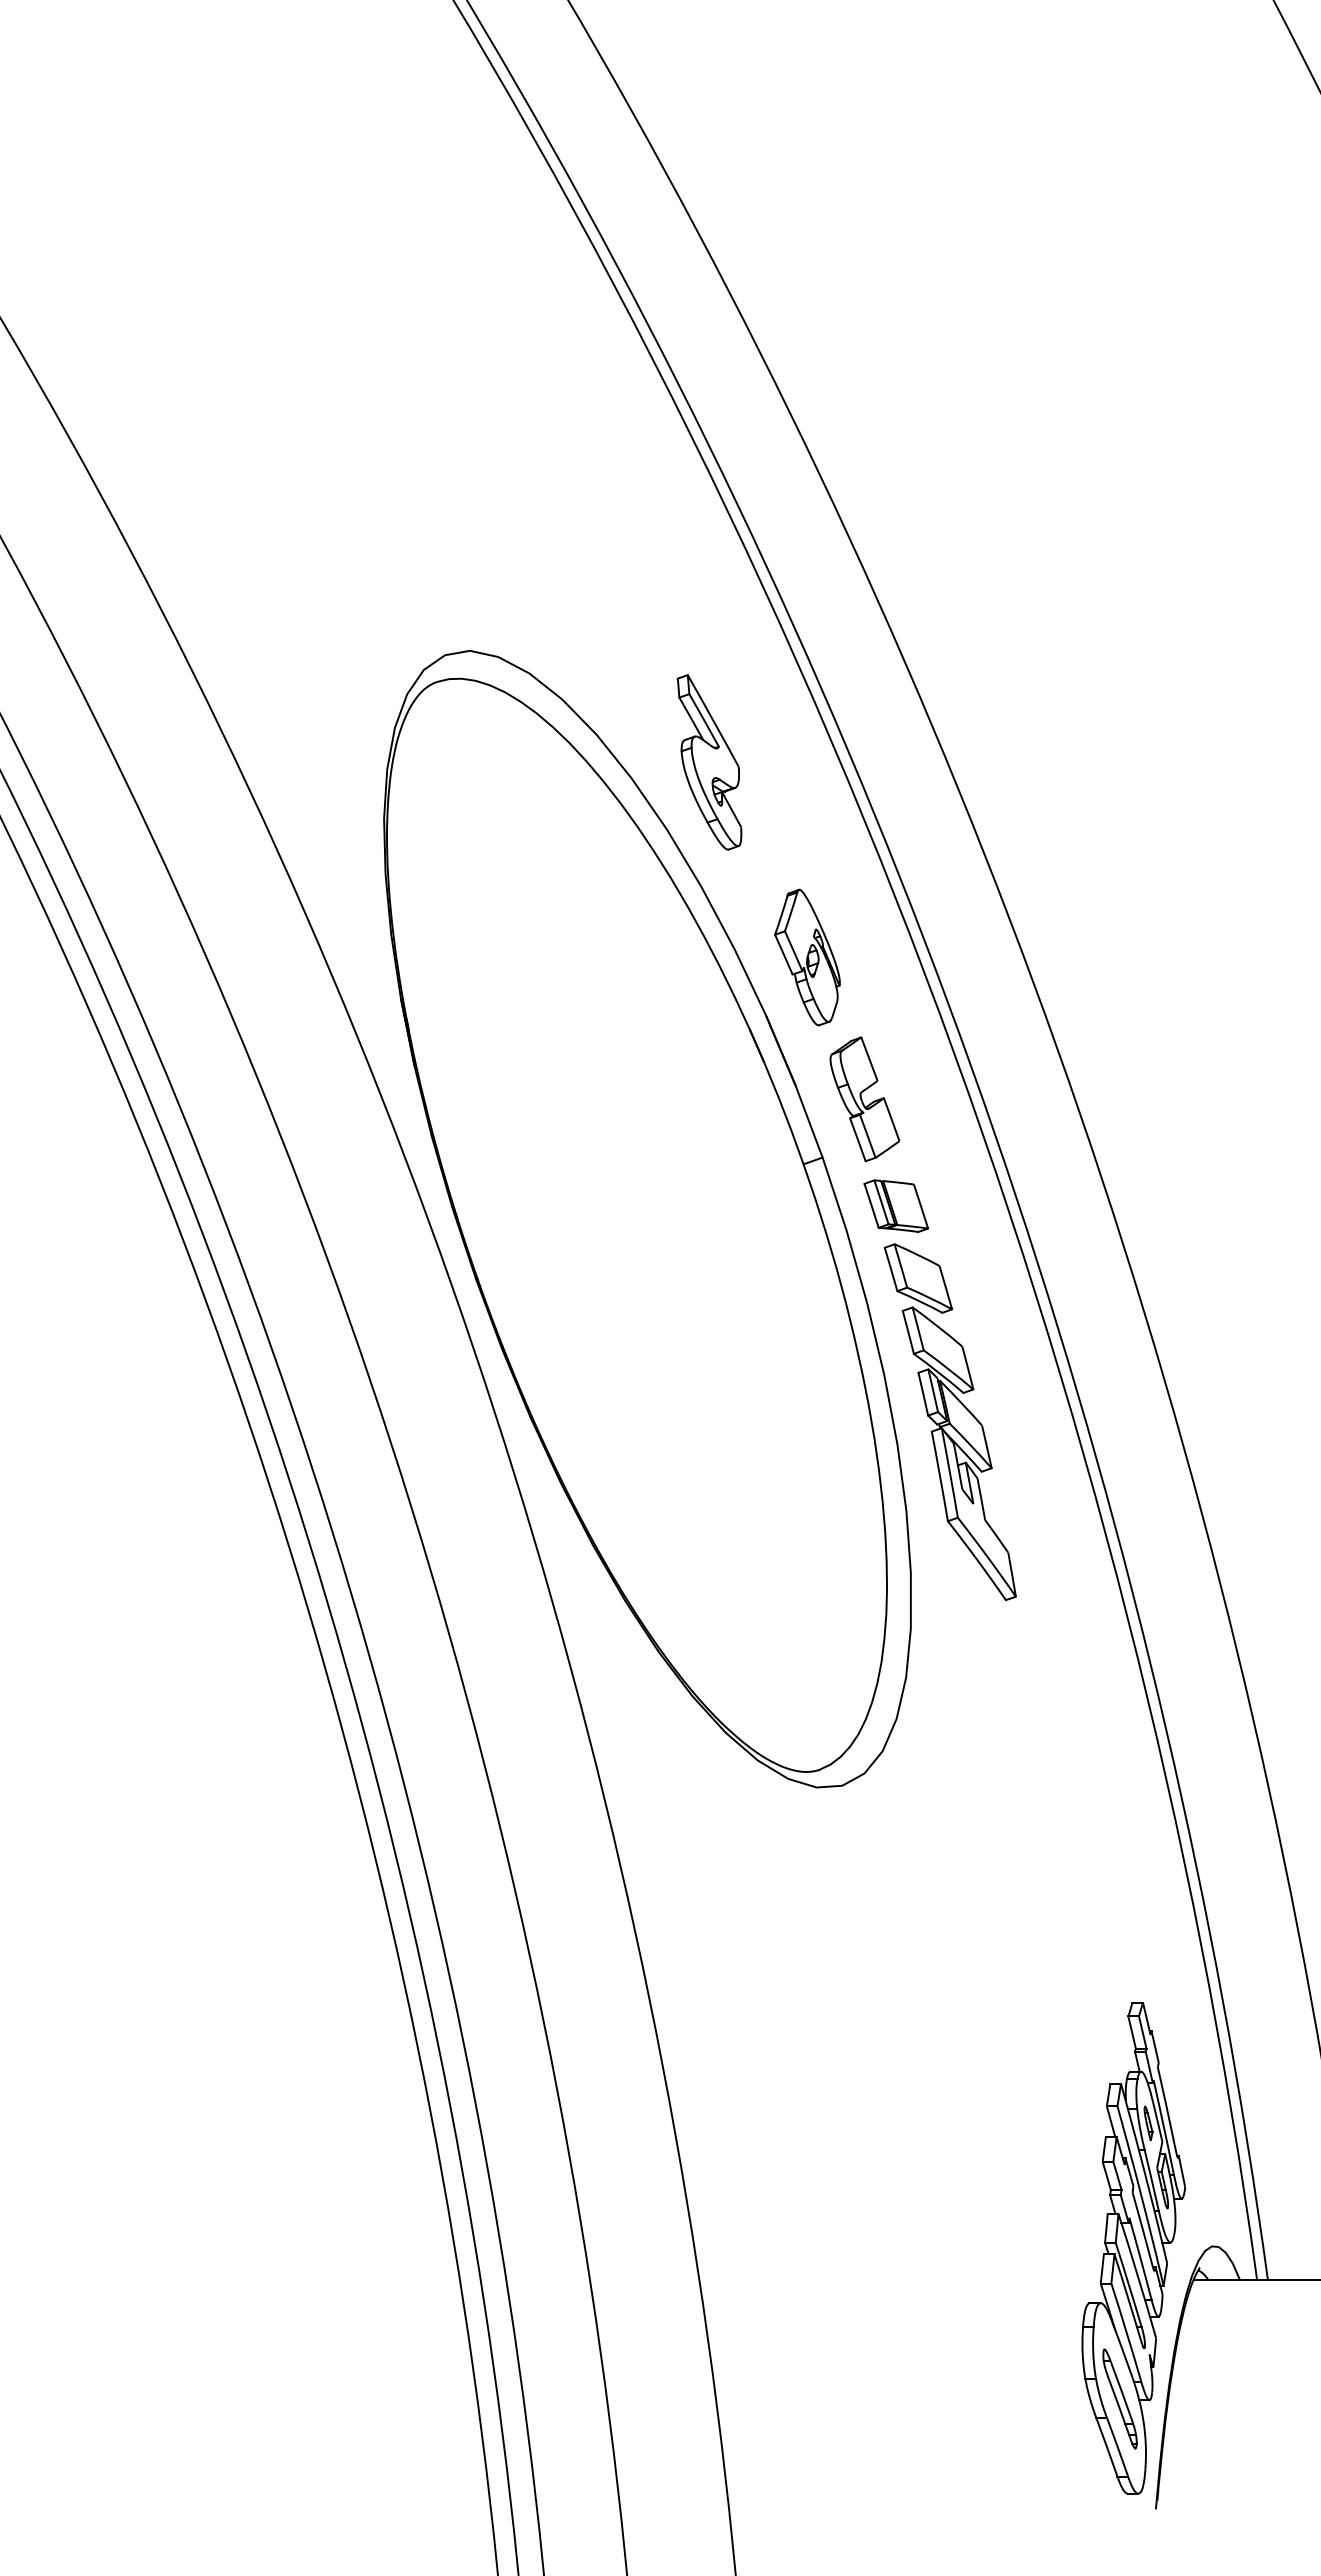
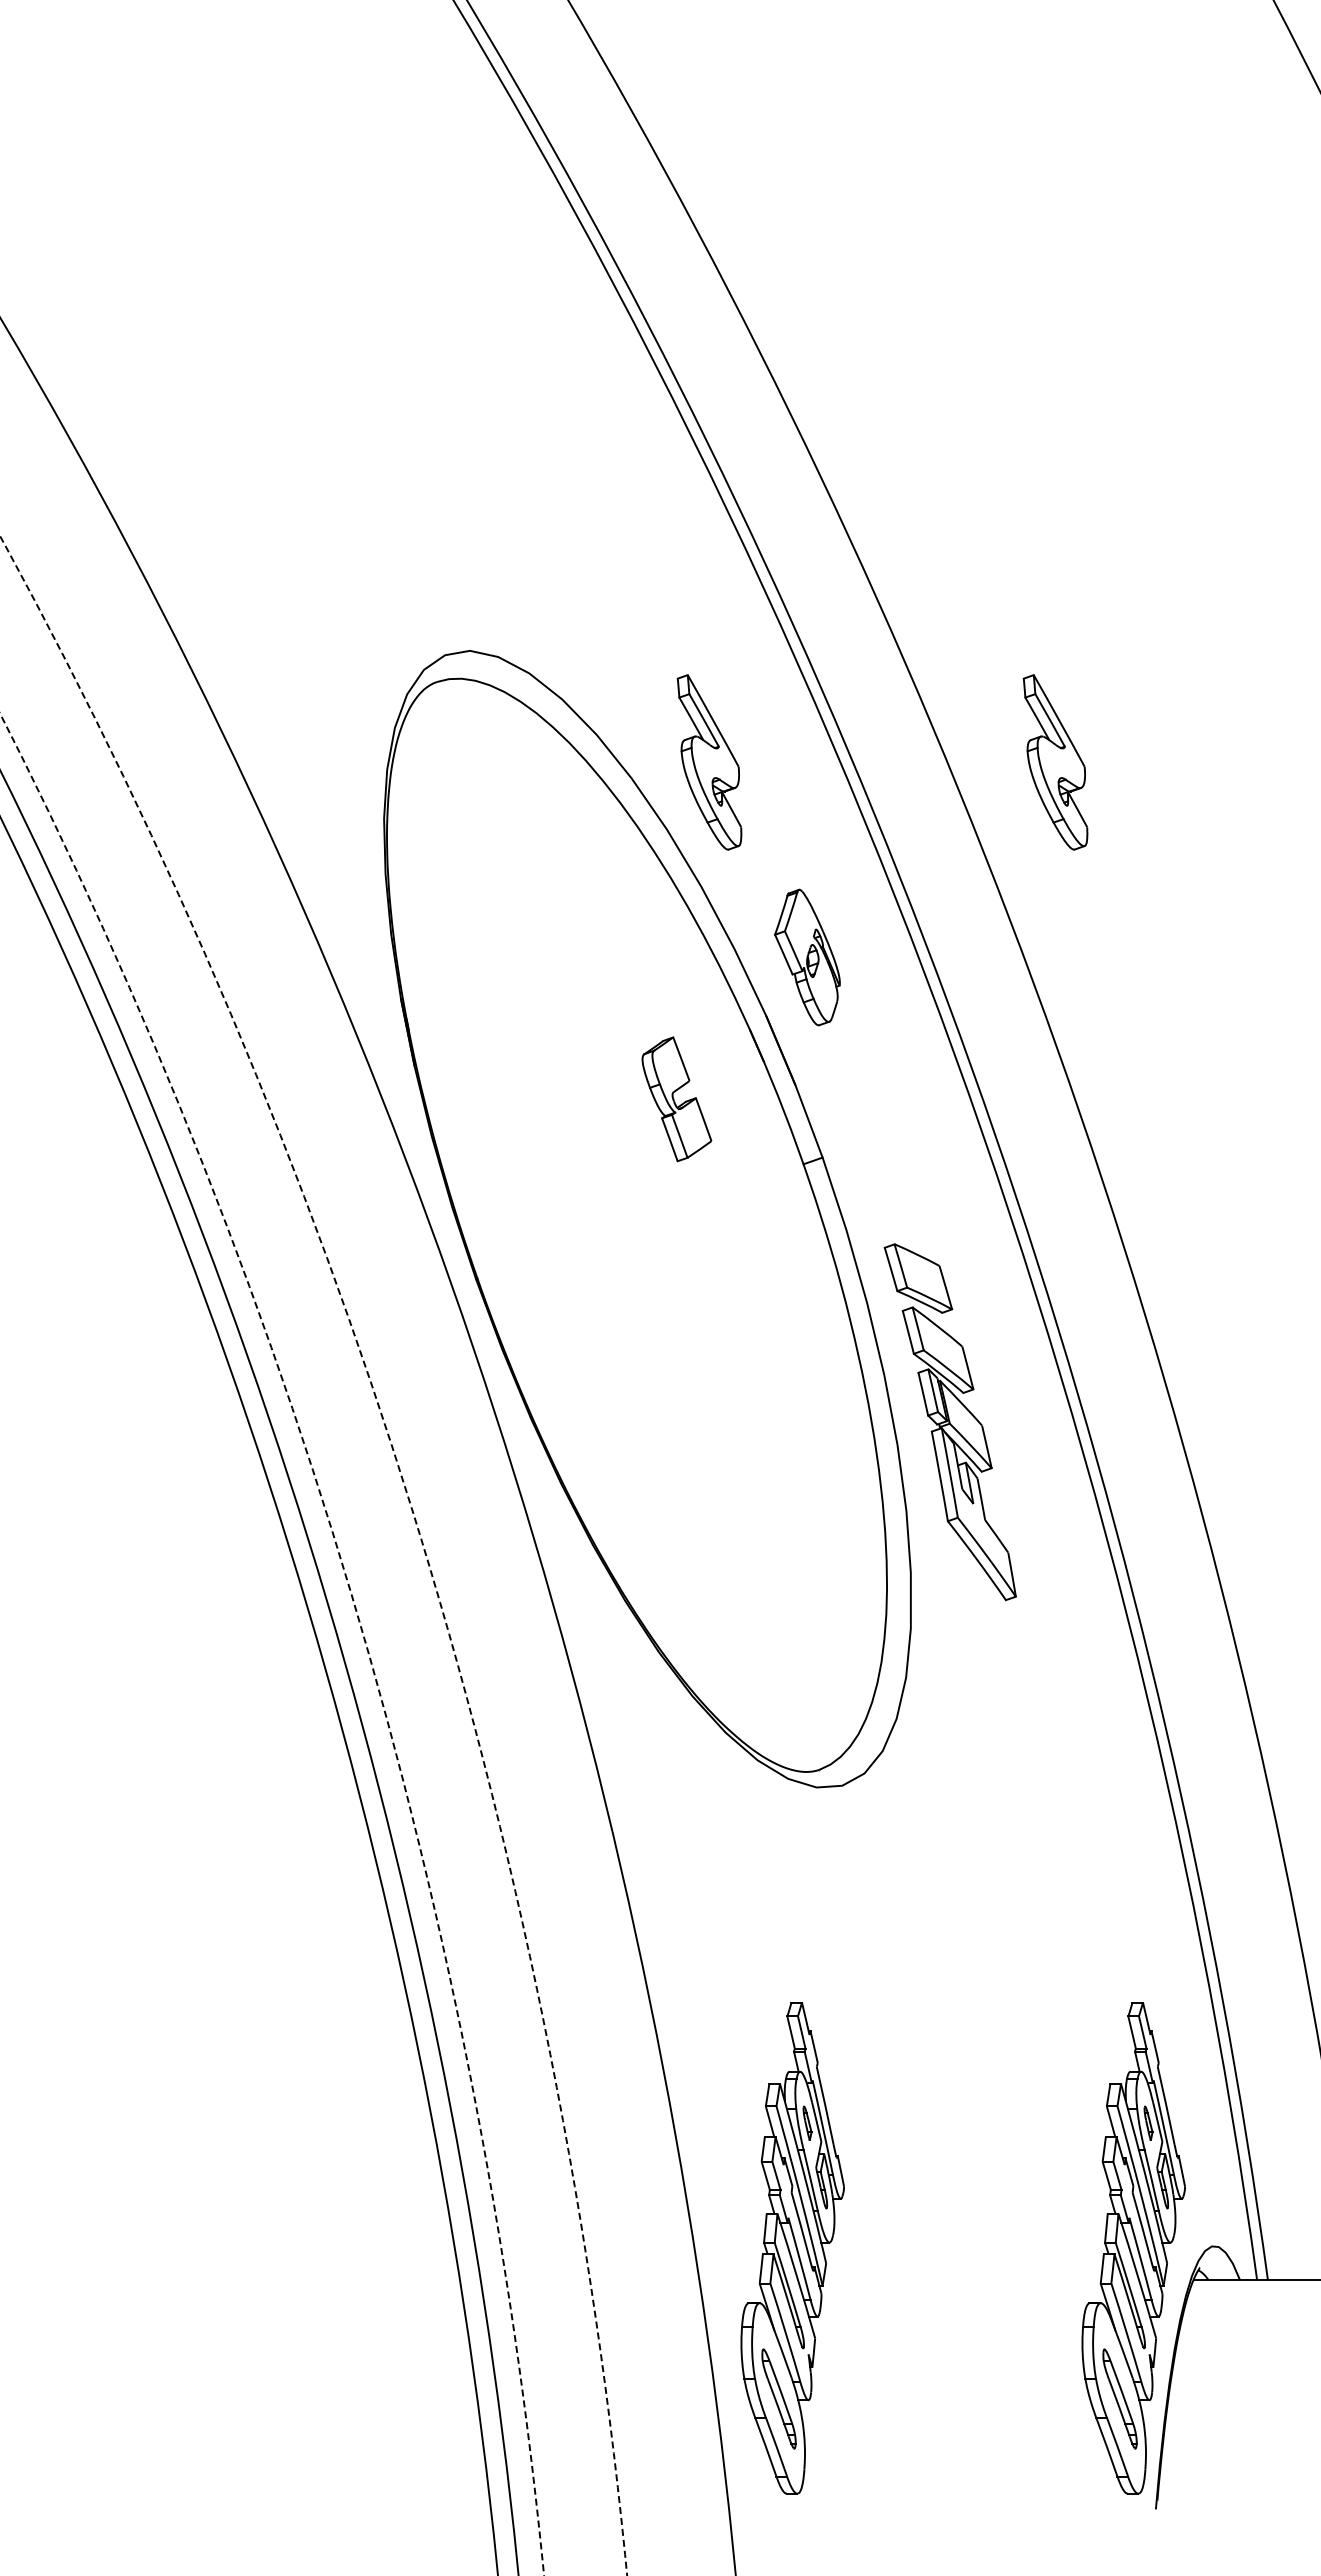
part at (1055, 762): none -> present
part at (864, 1099) position: (864, 1099) -> (676, 1099)
part at (896, 1205): present -> none
circle at (313, 1555): solid -> dashed
circle at (272, 1644): solid -> dashed
part at (792, 2248): none -> present
